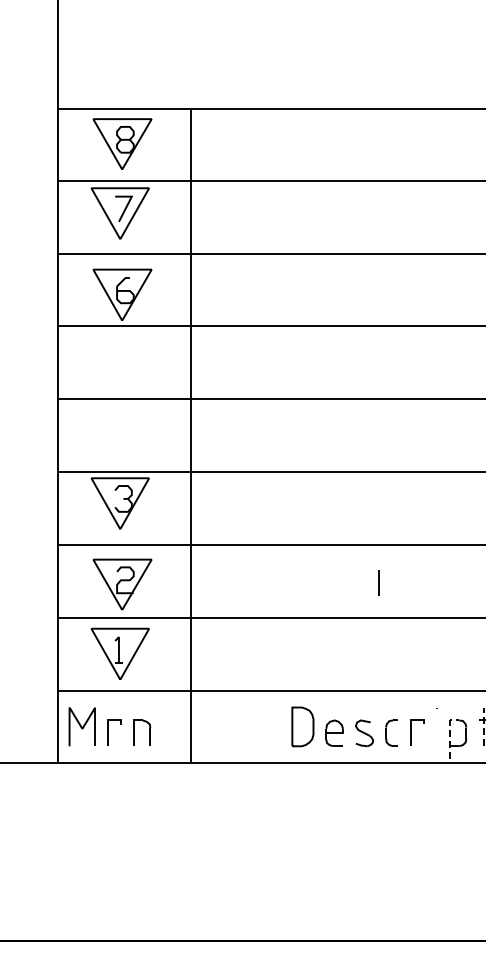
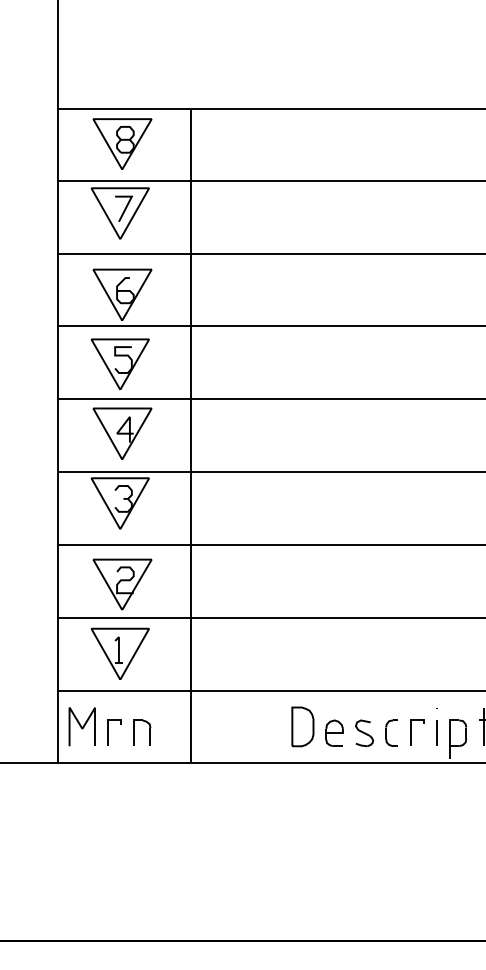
part at (119, 363): none -> present
part at (122, 433): none -> present
line at (378, 582) position: (378, 582) -> (436, 732)
line at (483, 726): dashed -> solid
line at (449, 734): dashed -> solid
